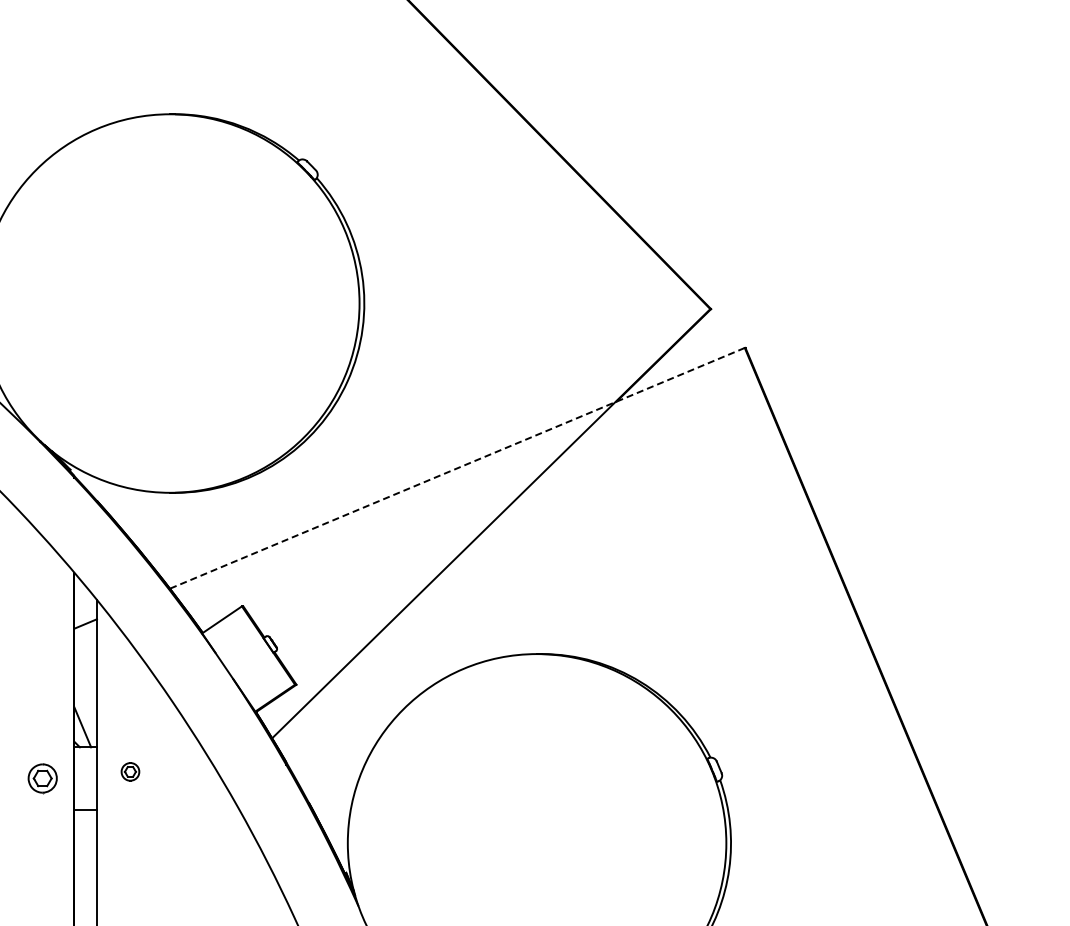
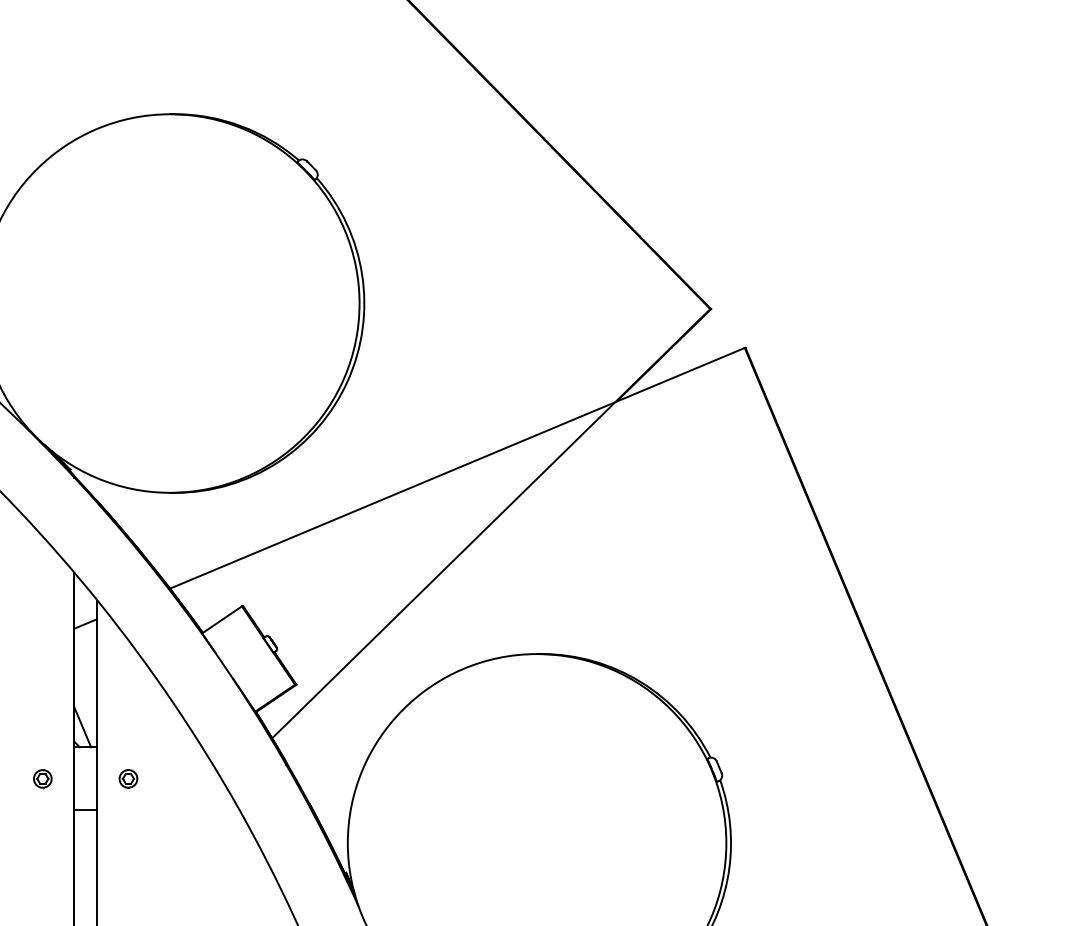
line at (457, 468): dashed -> solid
part at (130, 771) position: (130, 771) -> (128, 778)
part at (42, 778) size: 31x32 px -> 20x21 px
